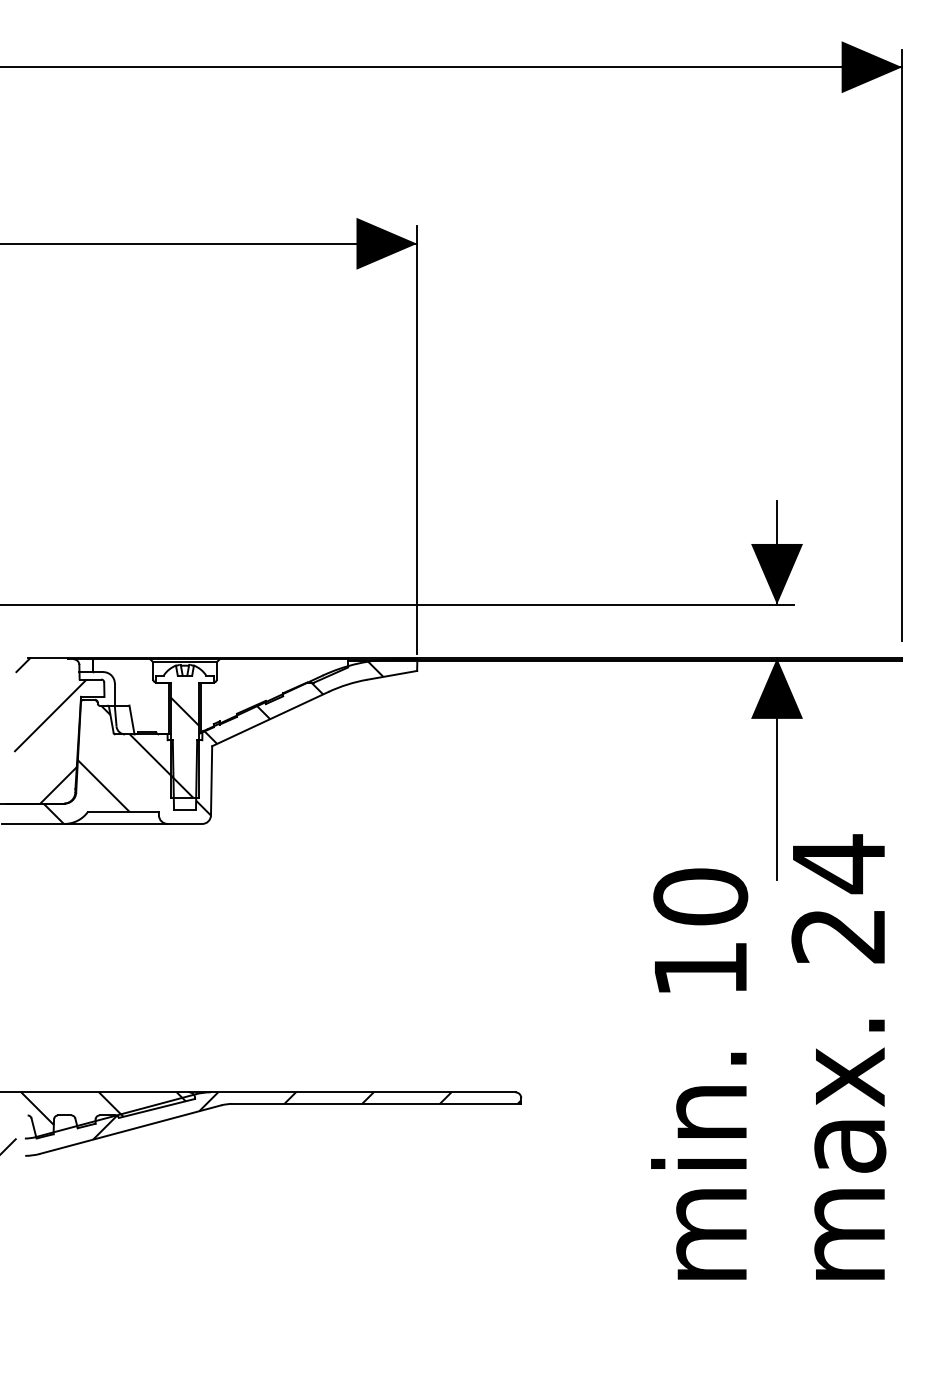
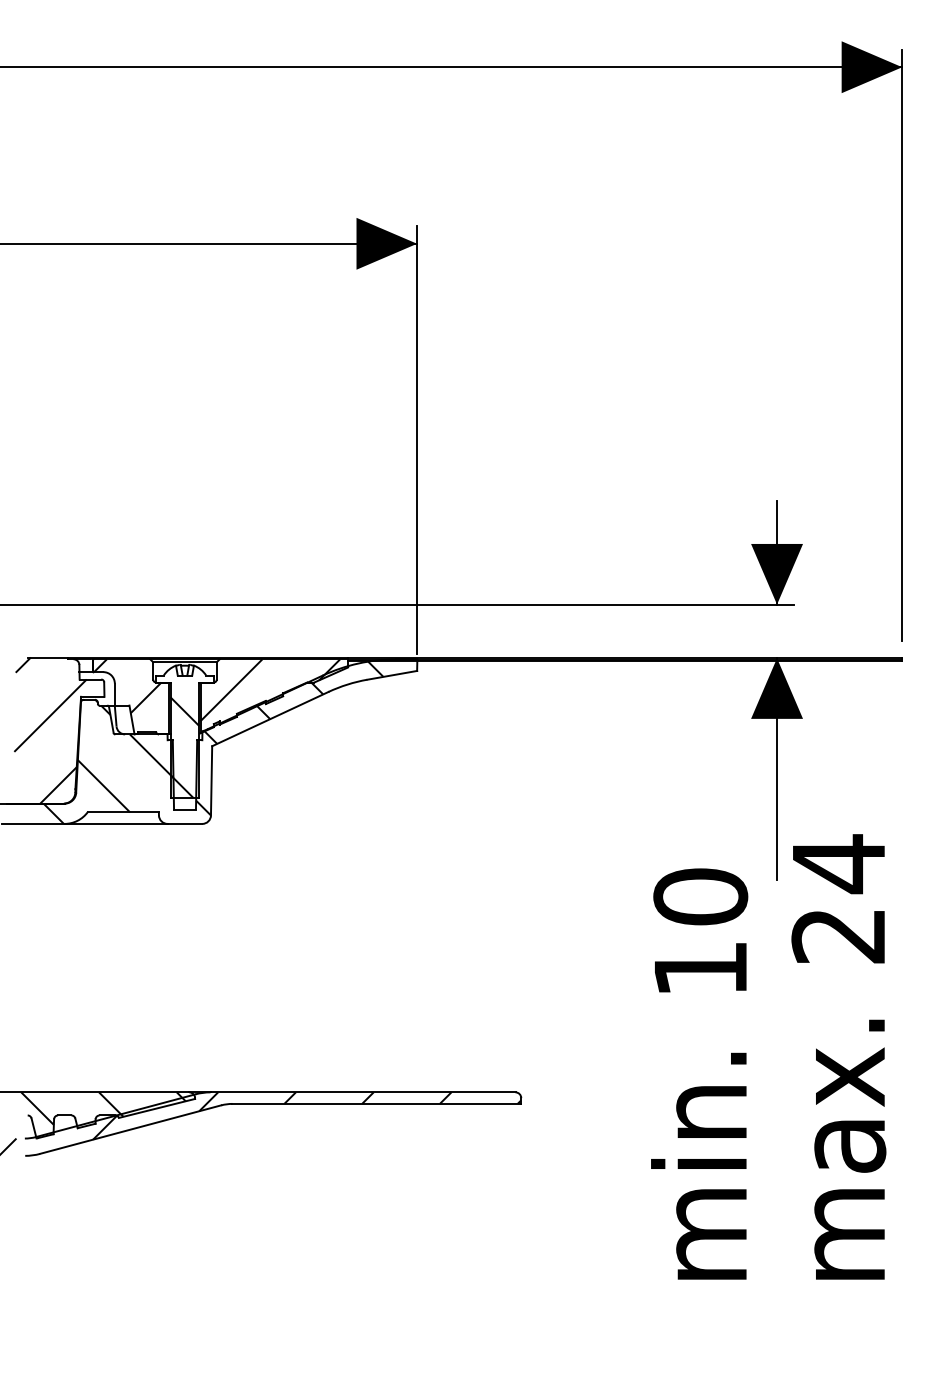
hatch at (127, 686): none -> present
hatch at (270, 690): none -> present
